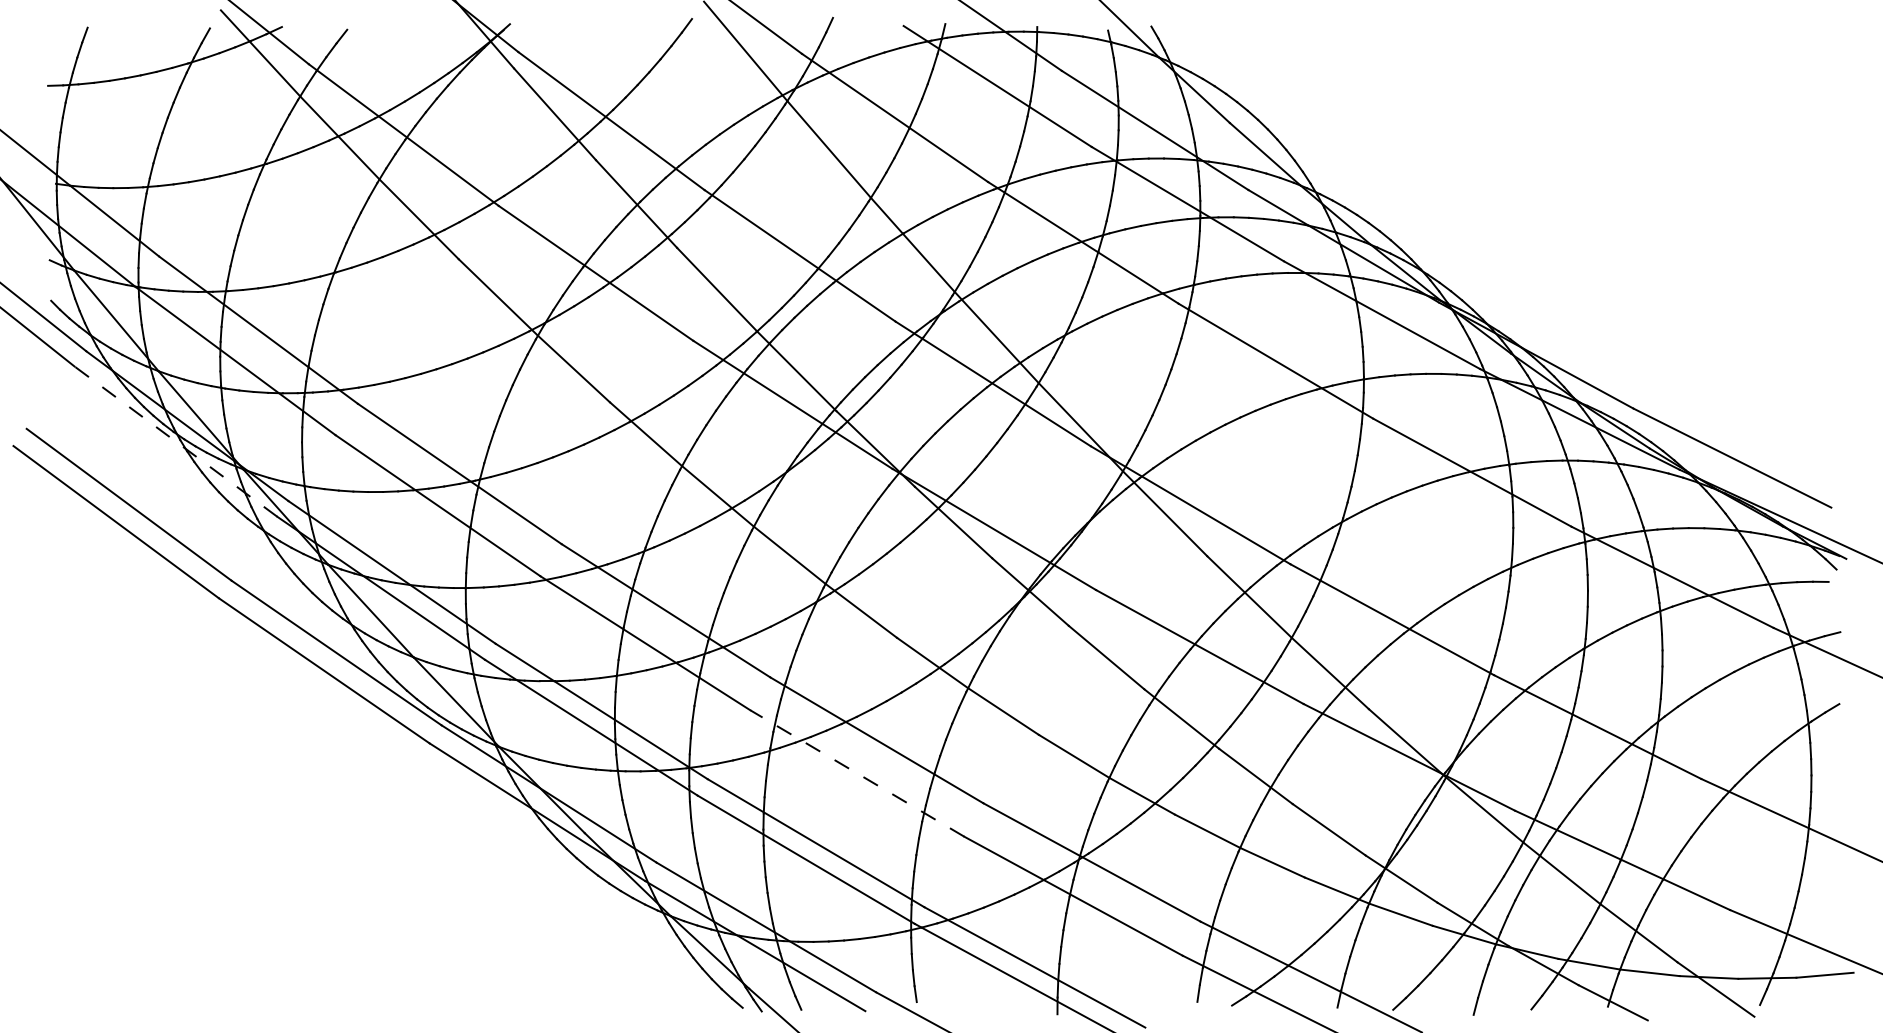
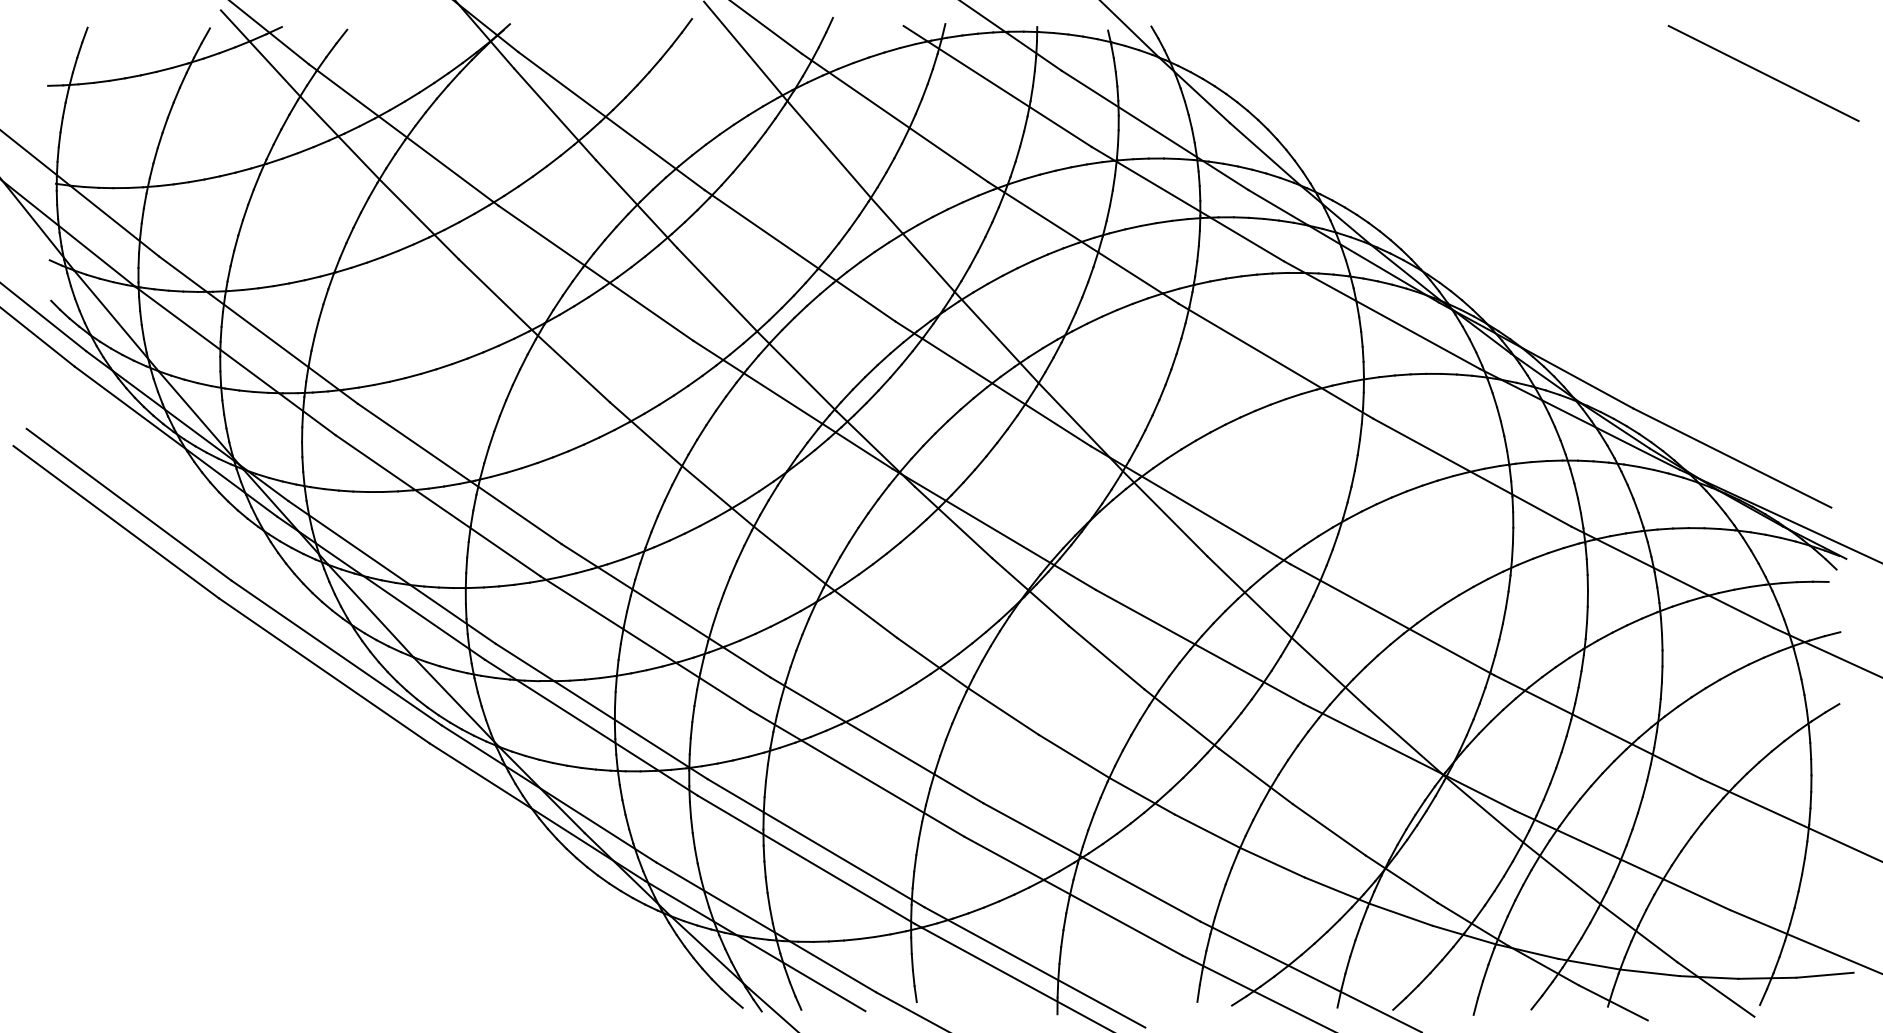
line at (1763, 73): none -> present
line at (175, 441): dashed -> solid
line at (856, 773): dashed -> solid
